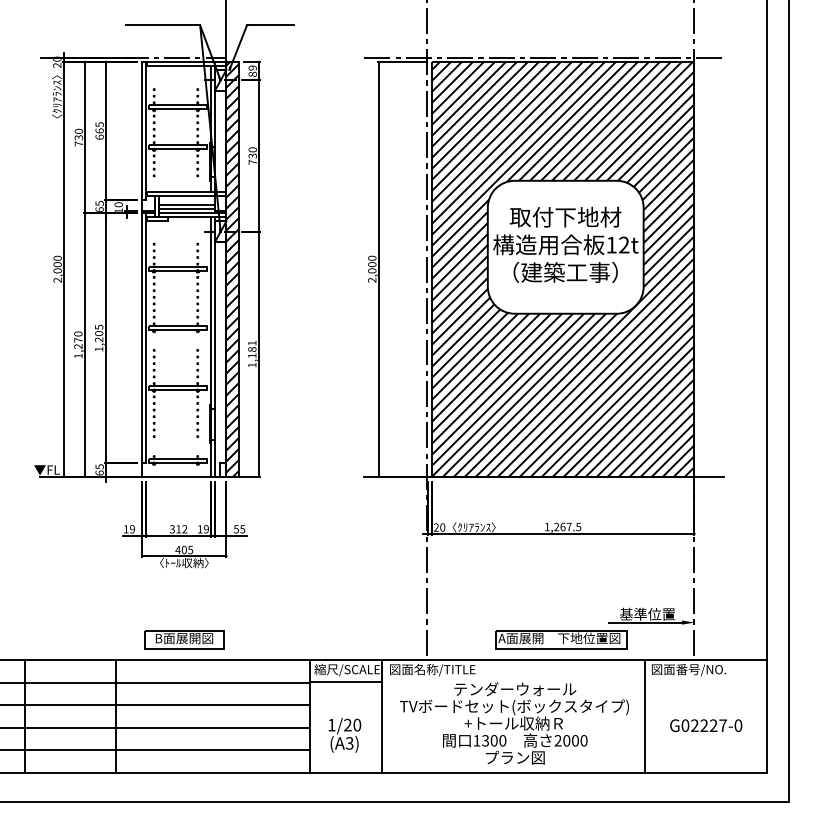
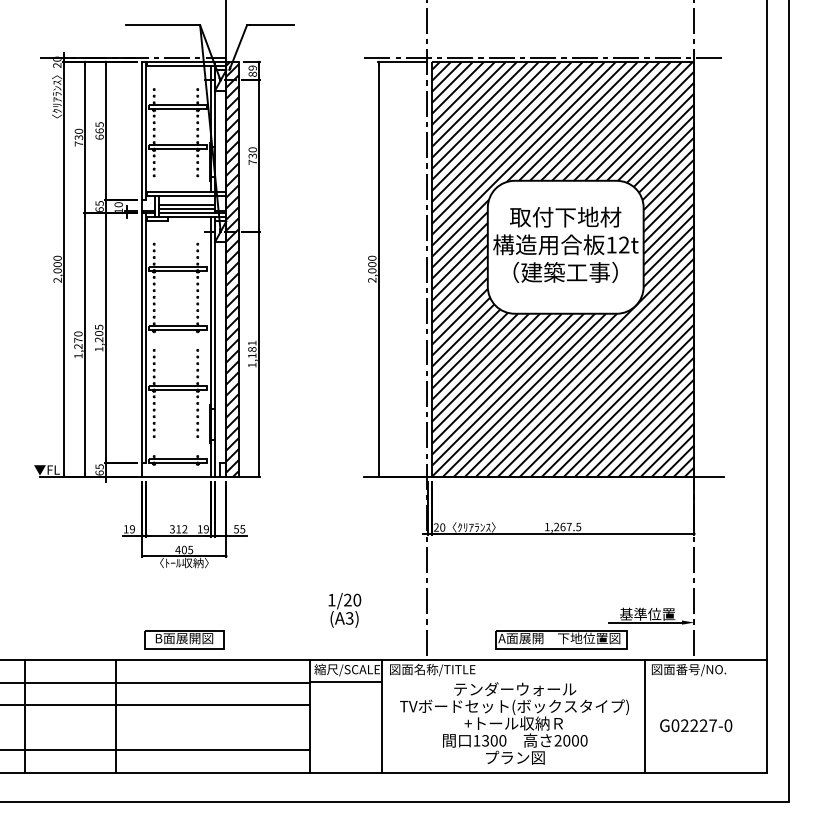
text at (706, 725) position: (706, 725) -> (696, 725)
line at (156, 727): present -> none
text at (344, 735) position: (344, 735) -> (344, 610)
